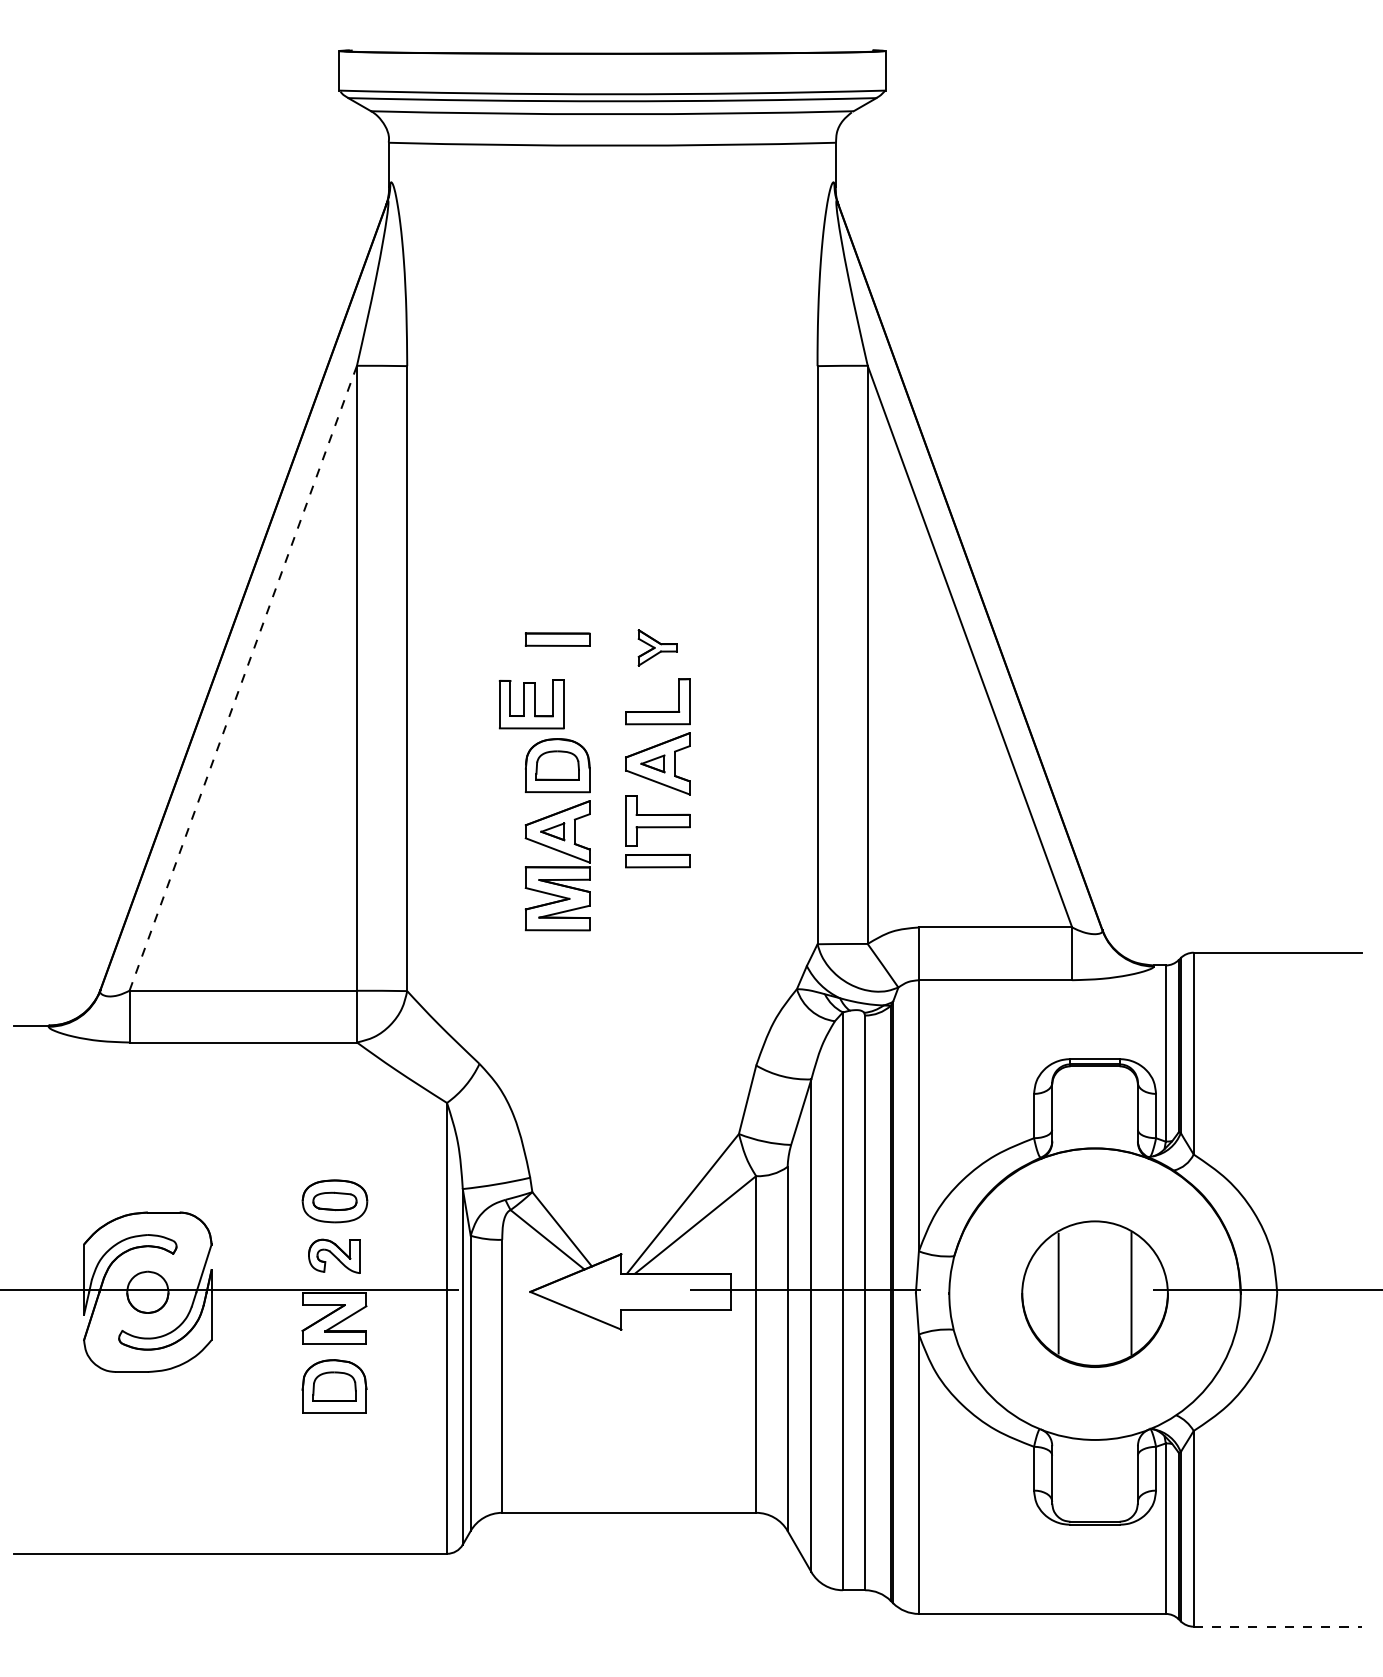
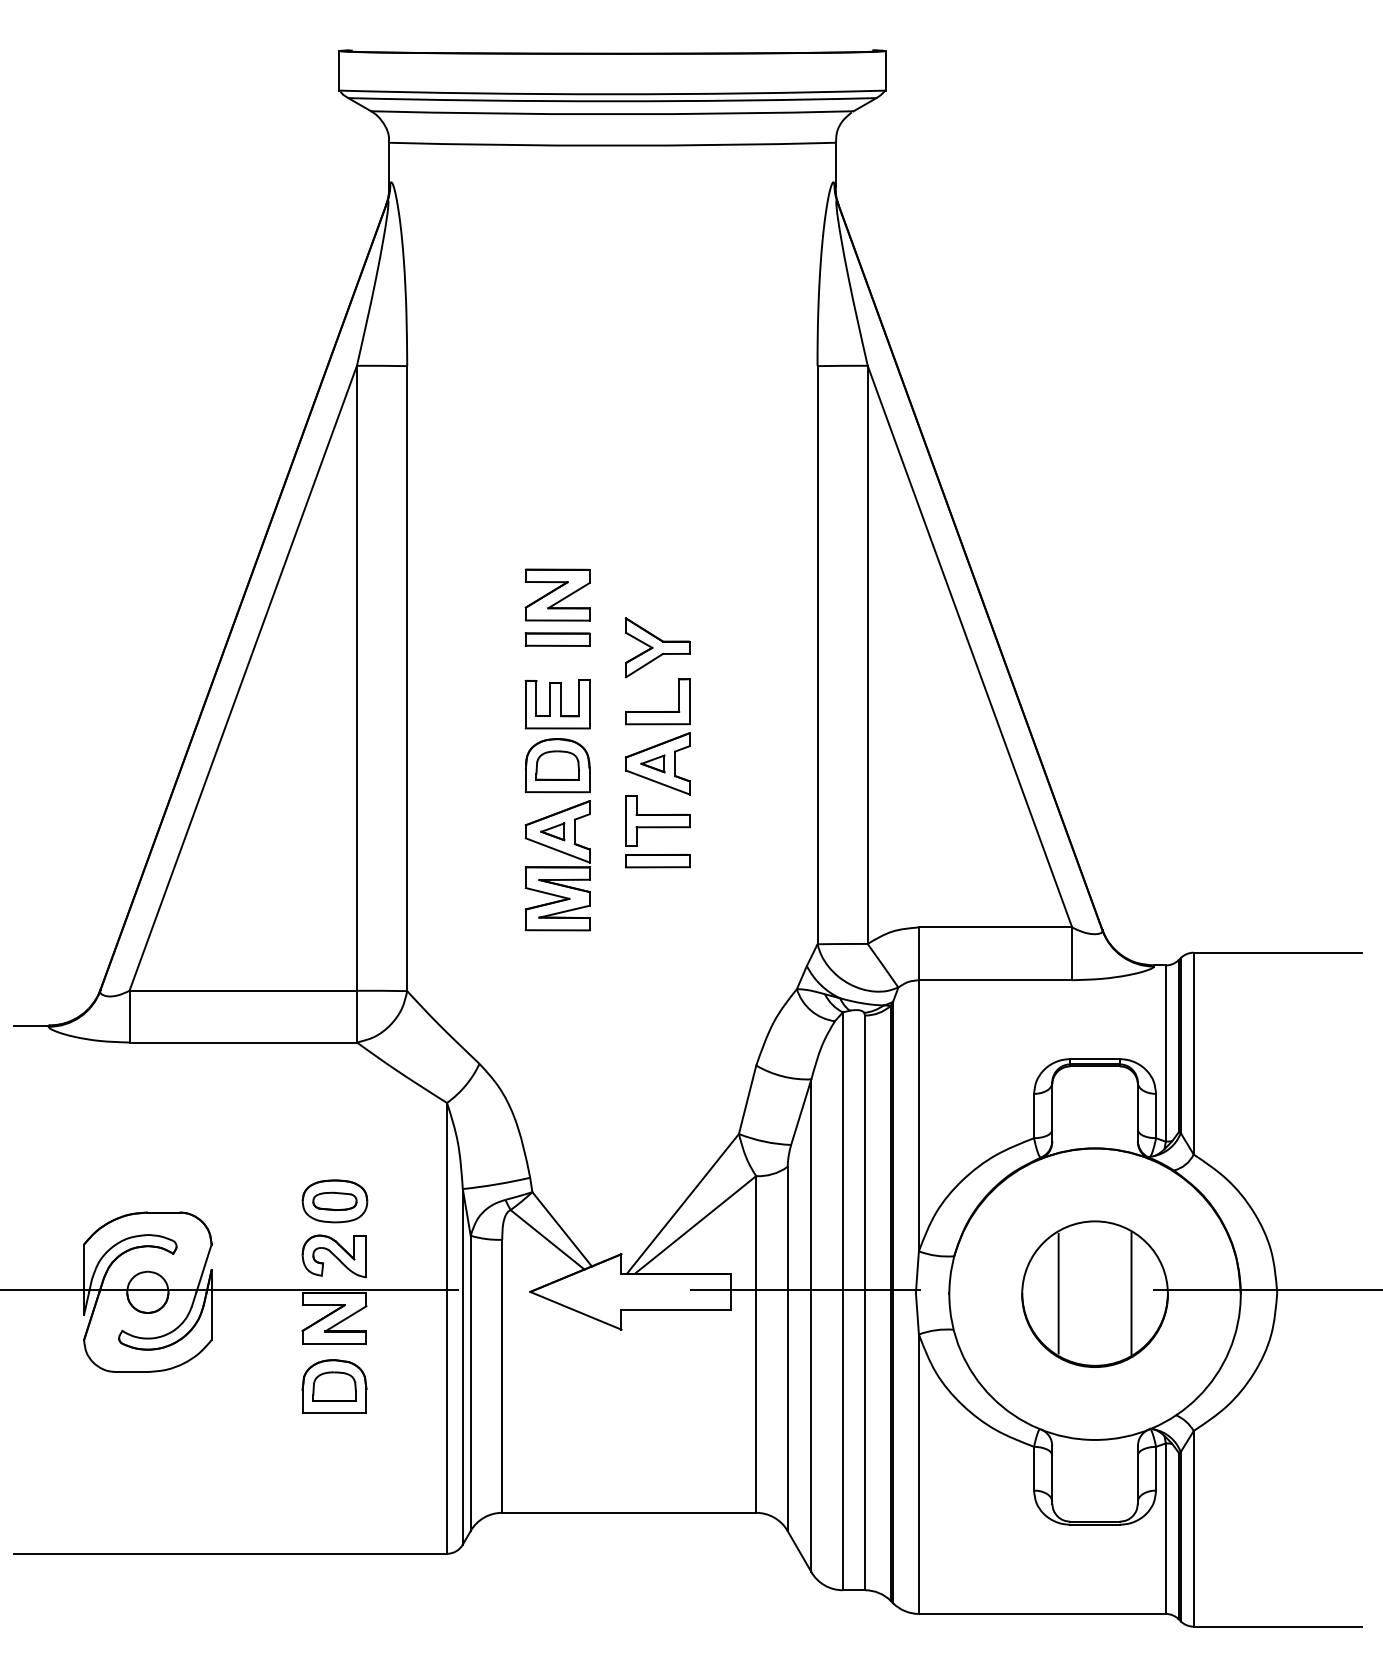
part at (557, 594): none -> present
part at (657, 647) size: 41x38 px -> 66x62 px
line at (243, 678): dashed -> solid
part at (531, 704) position: (531, 704) -> (557, 704)
part at (334, 1255) size: 53x36 px -> 66x45 px
line at (1278, 1626): dashed -> solid
